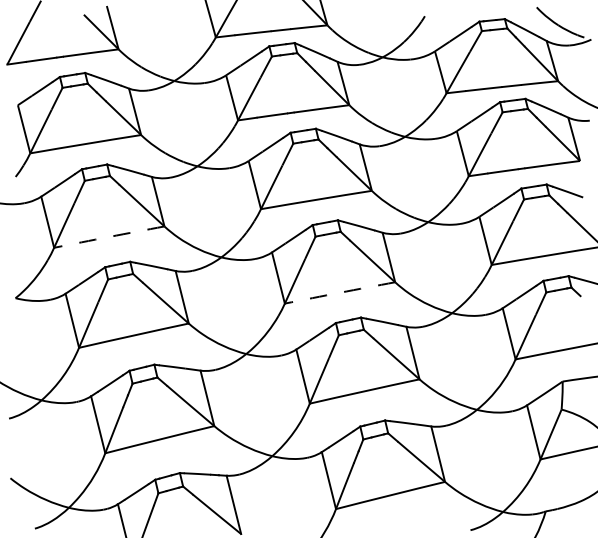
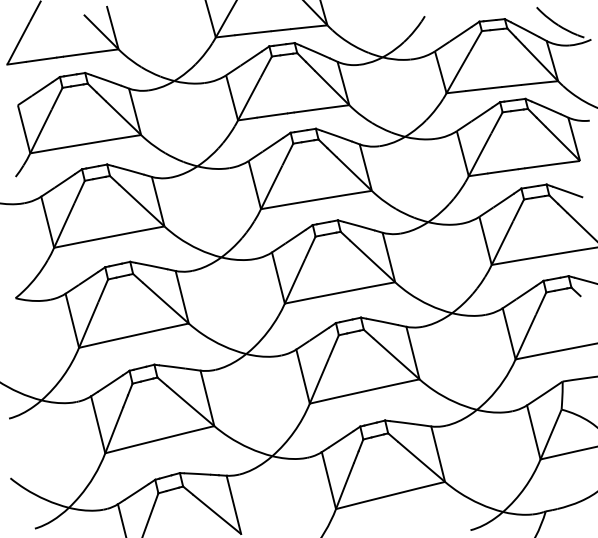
arc at (109, 236): dashed -> solid
arc at (339, 292): dashed -> solid
